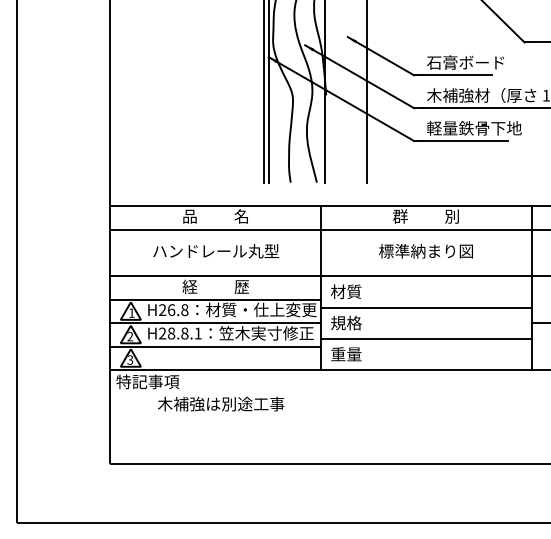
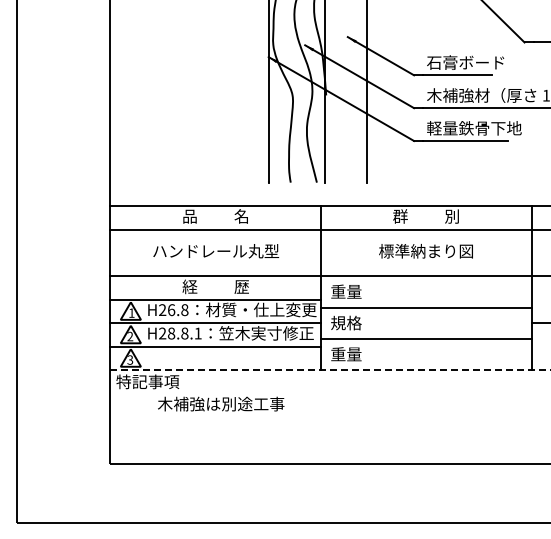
line at (263, 92): present -> none
text at (346, 291): 材質 -> 重量
line at (331, 370): solid -> dashed
